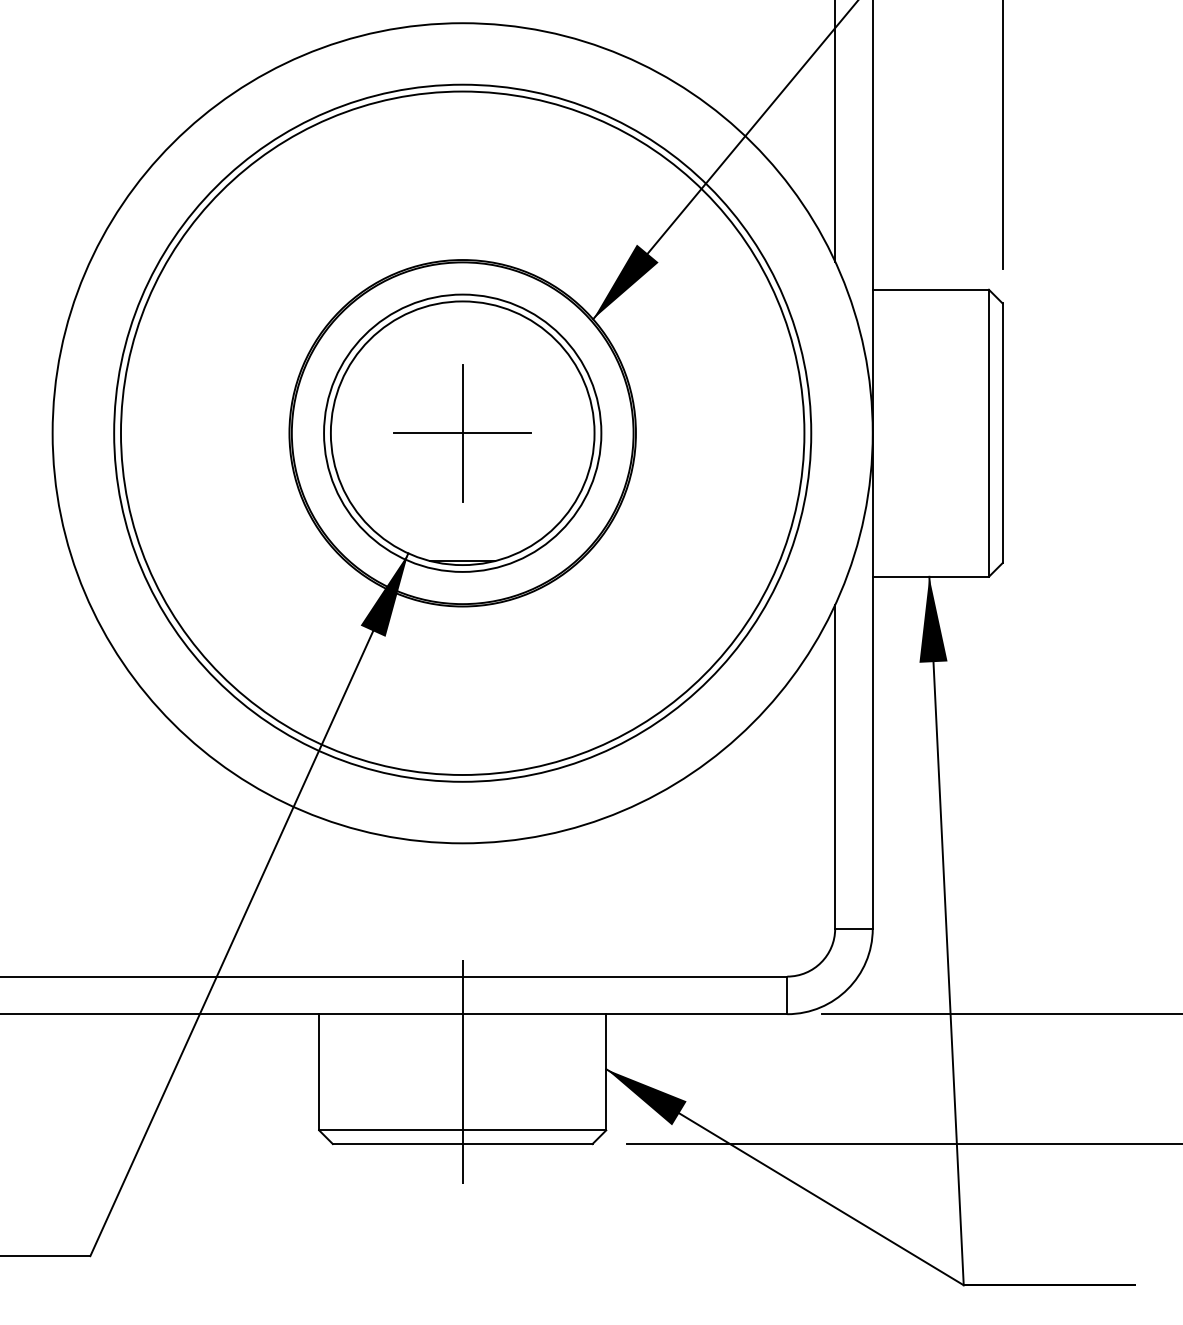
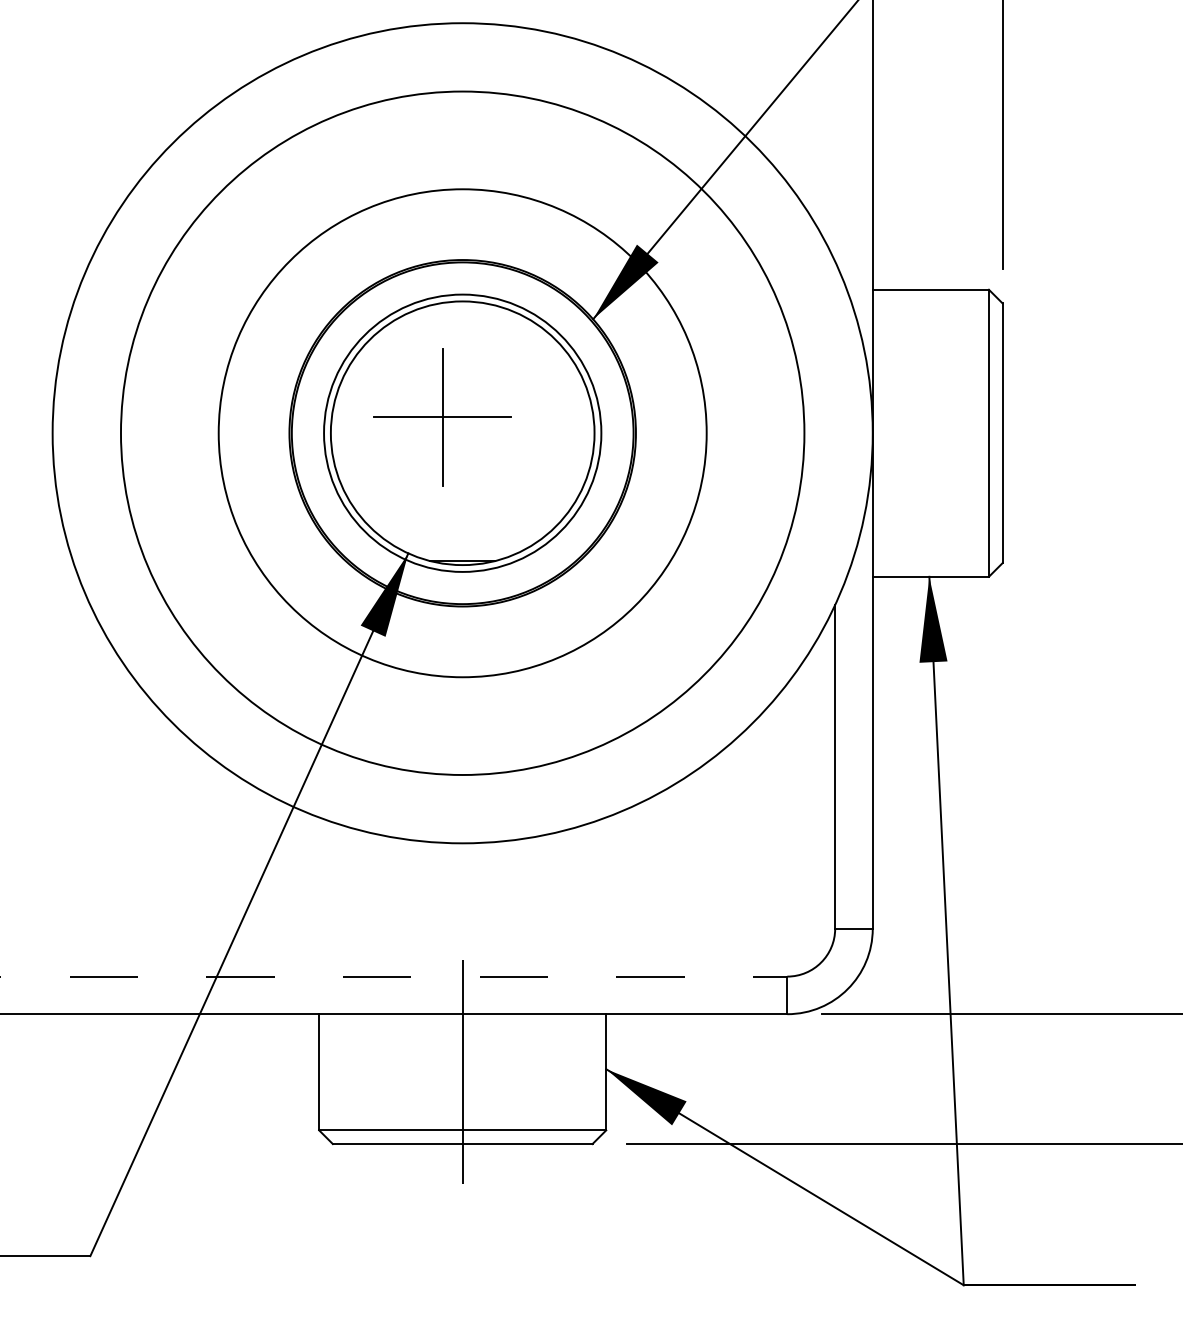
line at (835, 131): present -> none
circle at (462, 432) diameter: 697 px -> 488 px
part at (462, 433) position: (462, 433) -> (442, 417)
line at (394, 976): solid -> dashed
